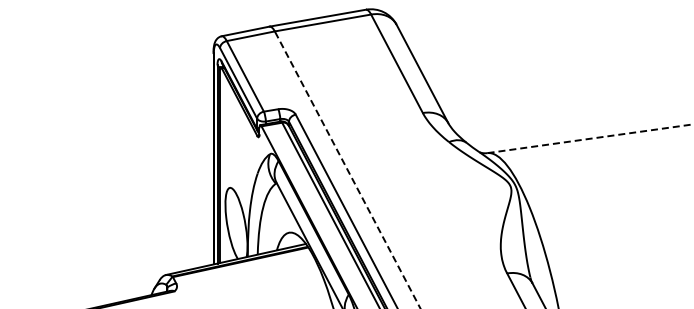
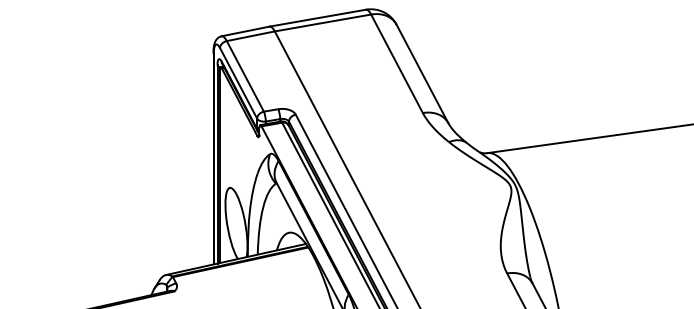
line at (590, 138): dashed -> solid
line at (347, 169): dashed -> solid
